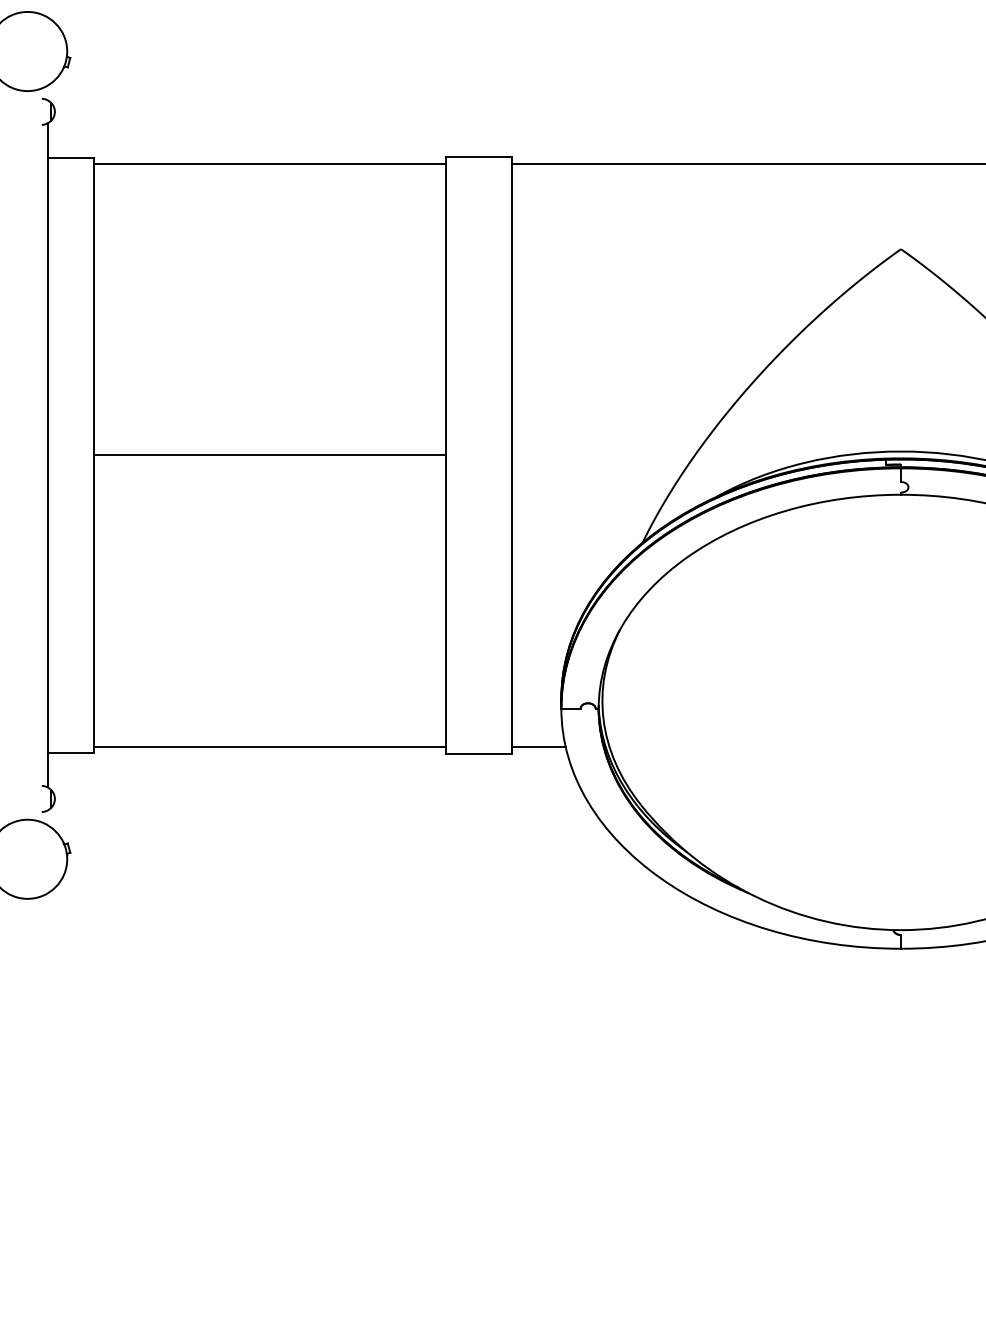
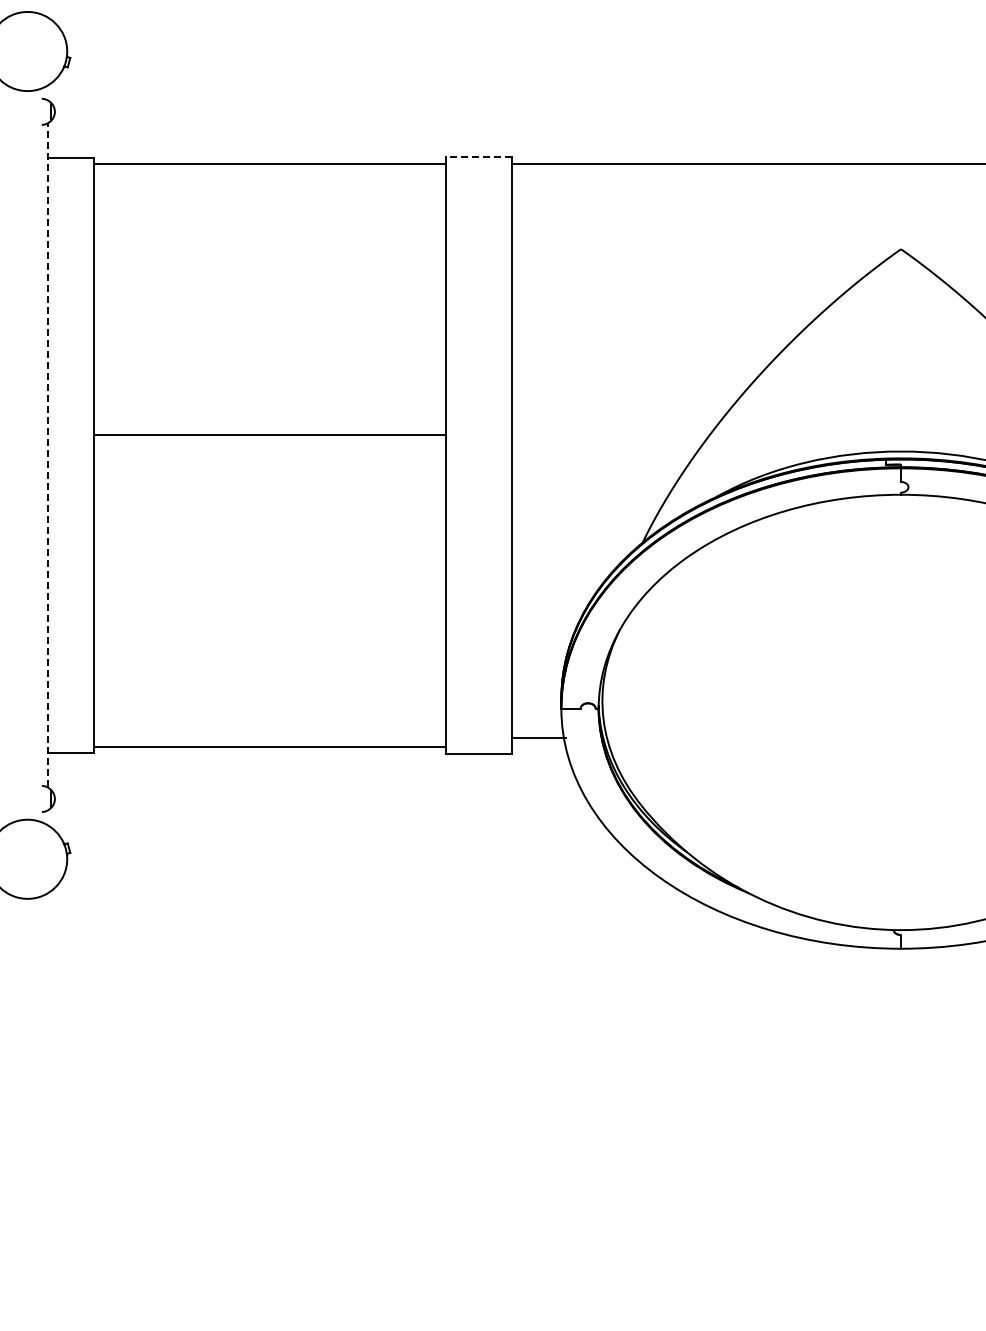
line at (478, 156): solid -> dashed
line at (47, 454): solid -> dashed
line at (269, 455) position: (269, 455) -> (269, 435)
line at (538, 747) position: (538, 747) -> (538, 738)
